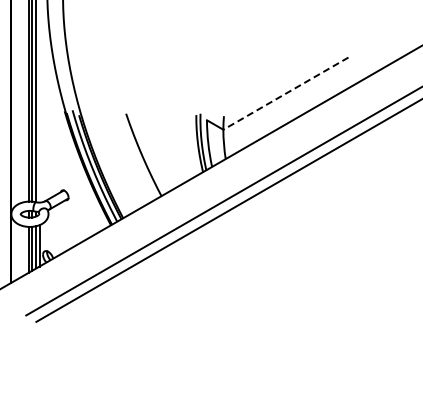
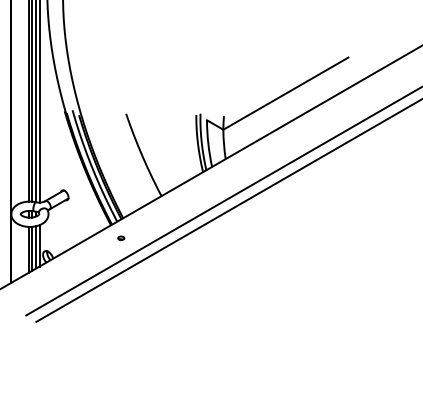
line at (285, 93): dashed -> solid
line at (39, 102): none -> present
part at (121, 238): none -> present
